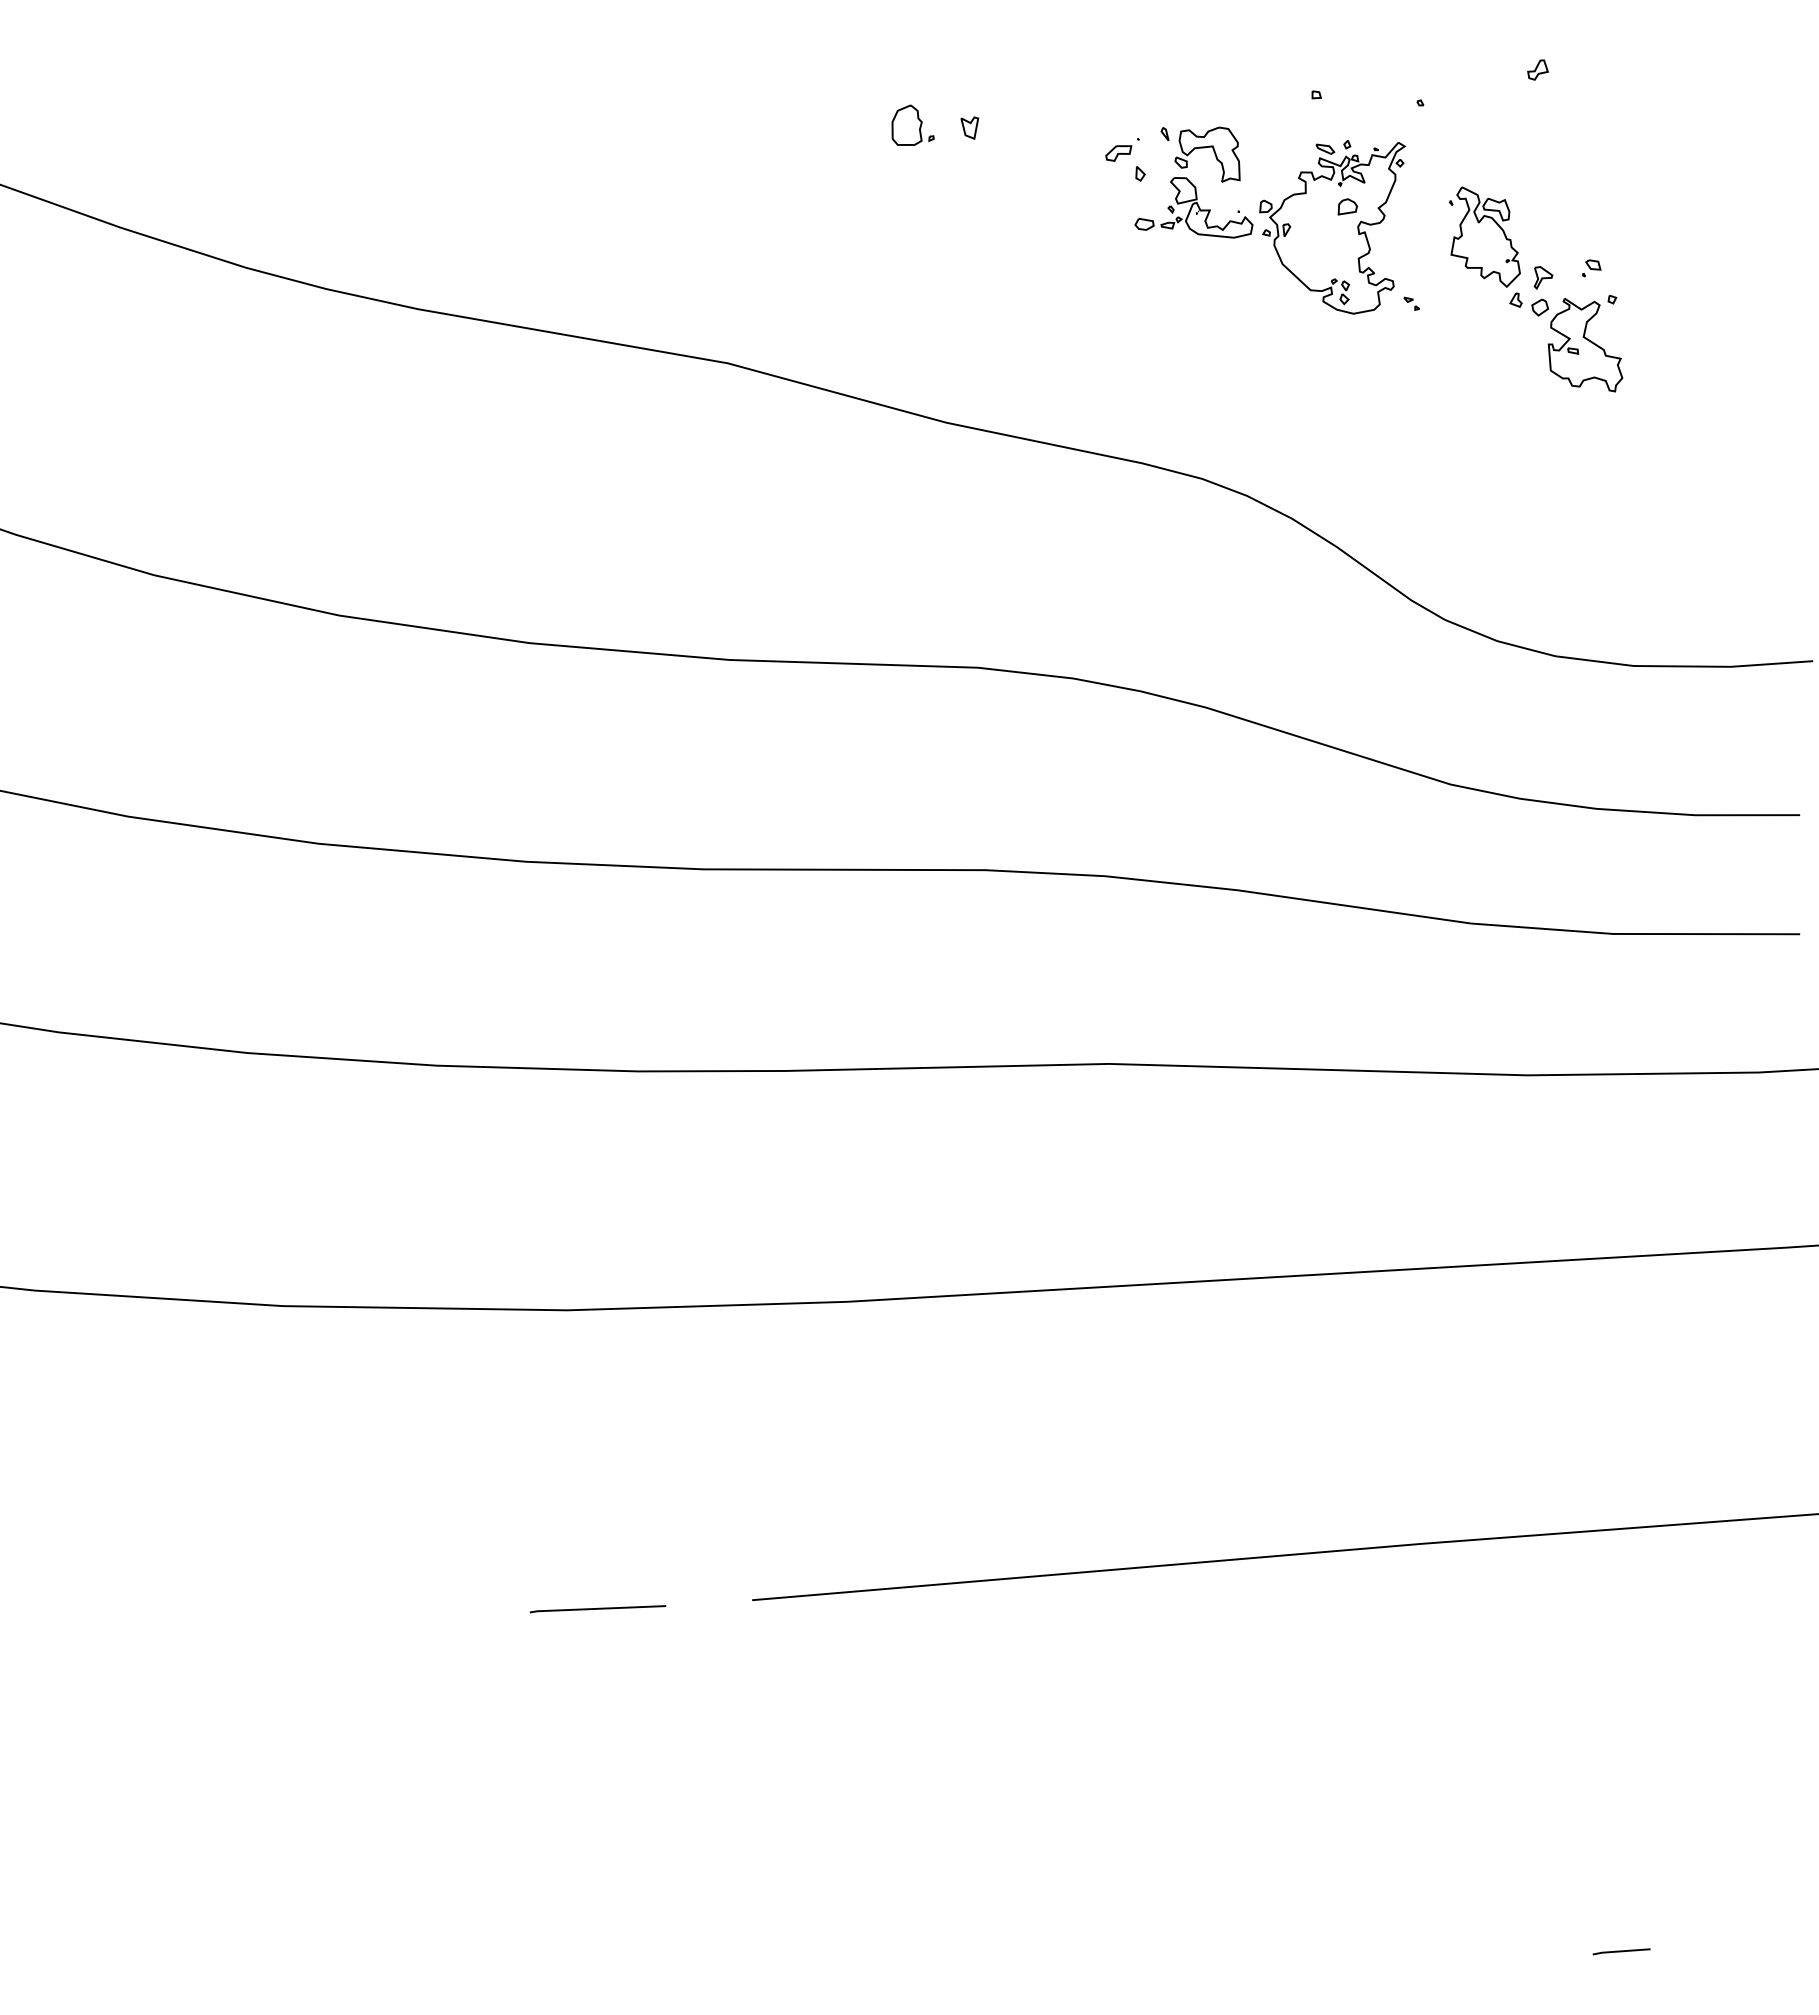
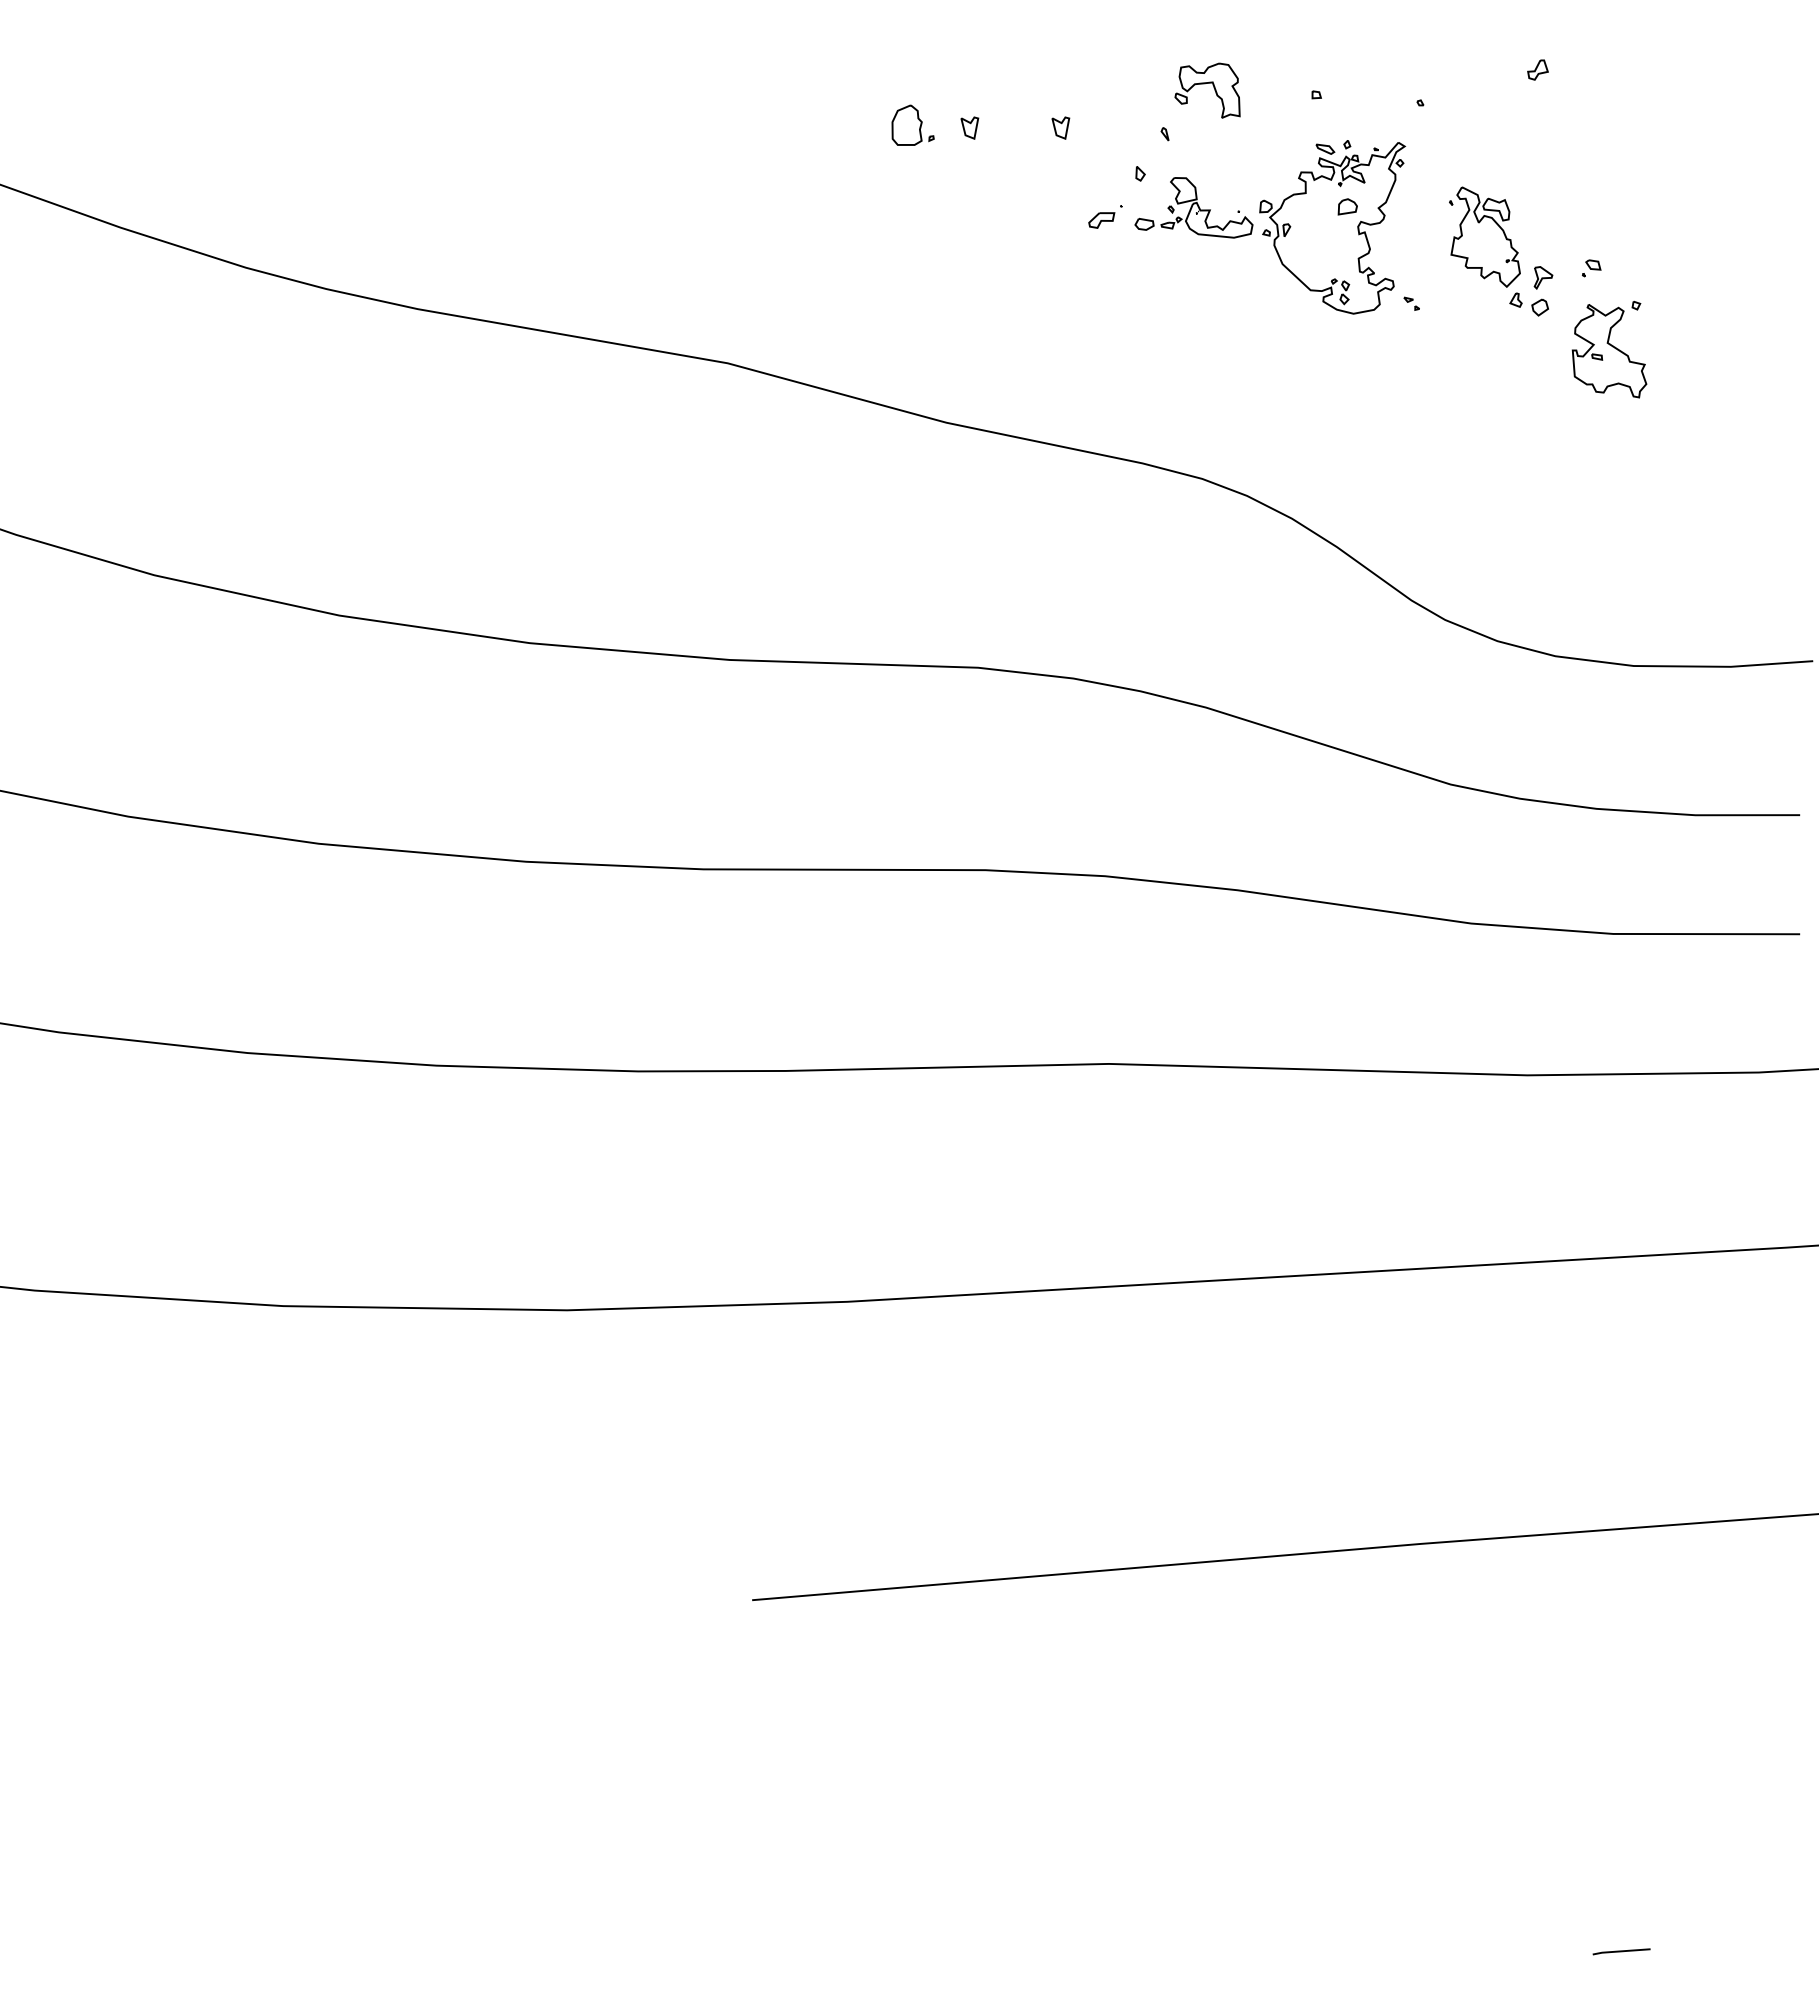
part at (1060, 127): none -> present
part at (1205, 148) position: (1205, 148) -> (1205, 84)
part at (1122, 149) position: (1122, 149) -> (1105, 216)
part at (1585, 343) position: (1585, 343) -> (1609, 349)
line at (597, 1609): present -> none
